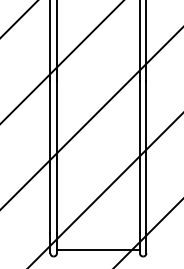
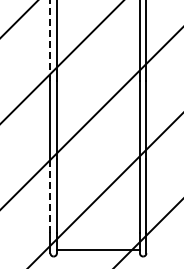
line at (50, 40): solid -> dashed
line at (50, 195): solid -> dashed
